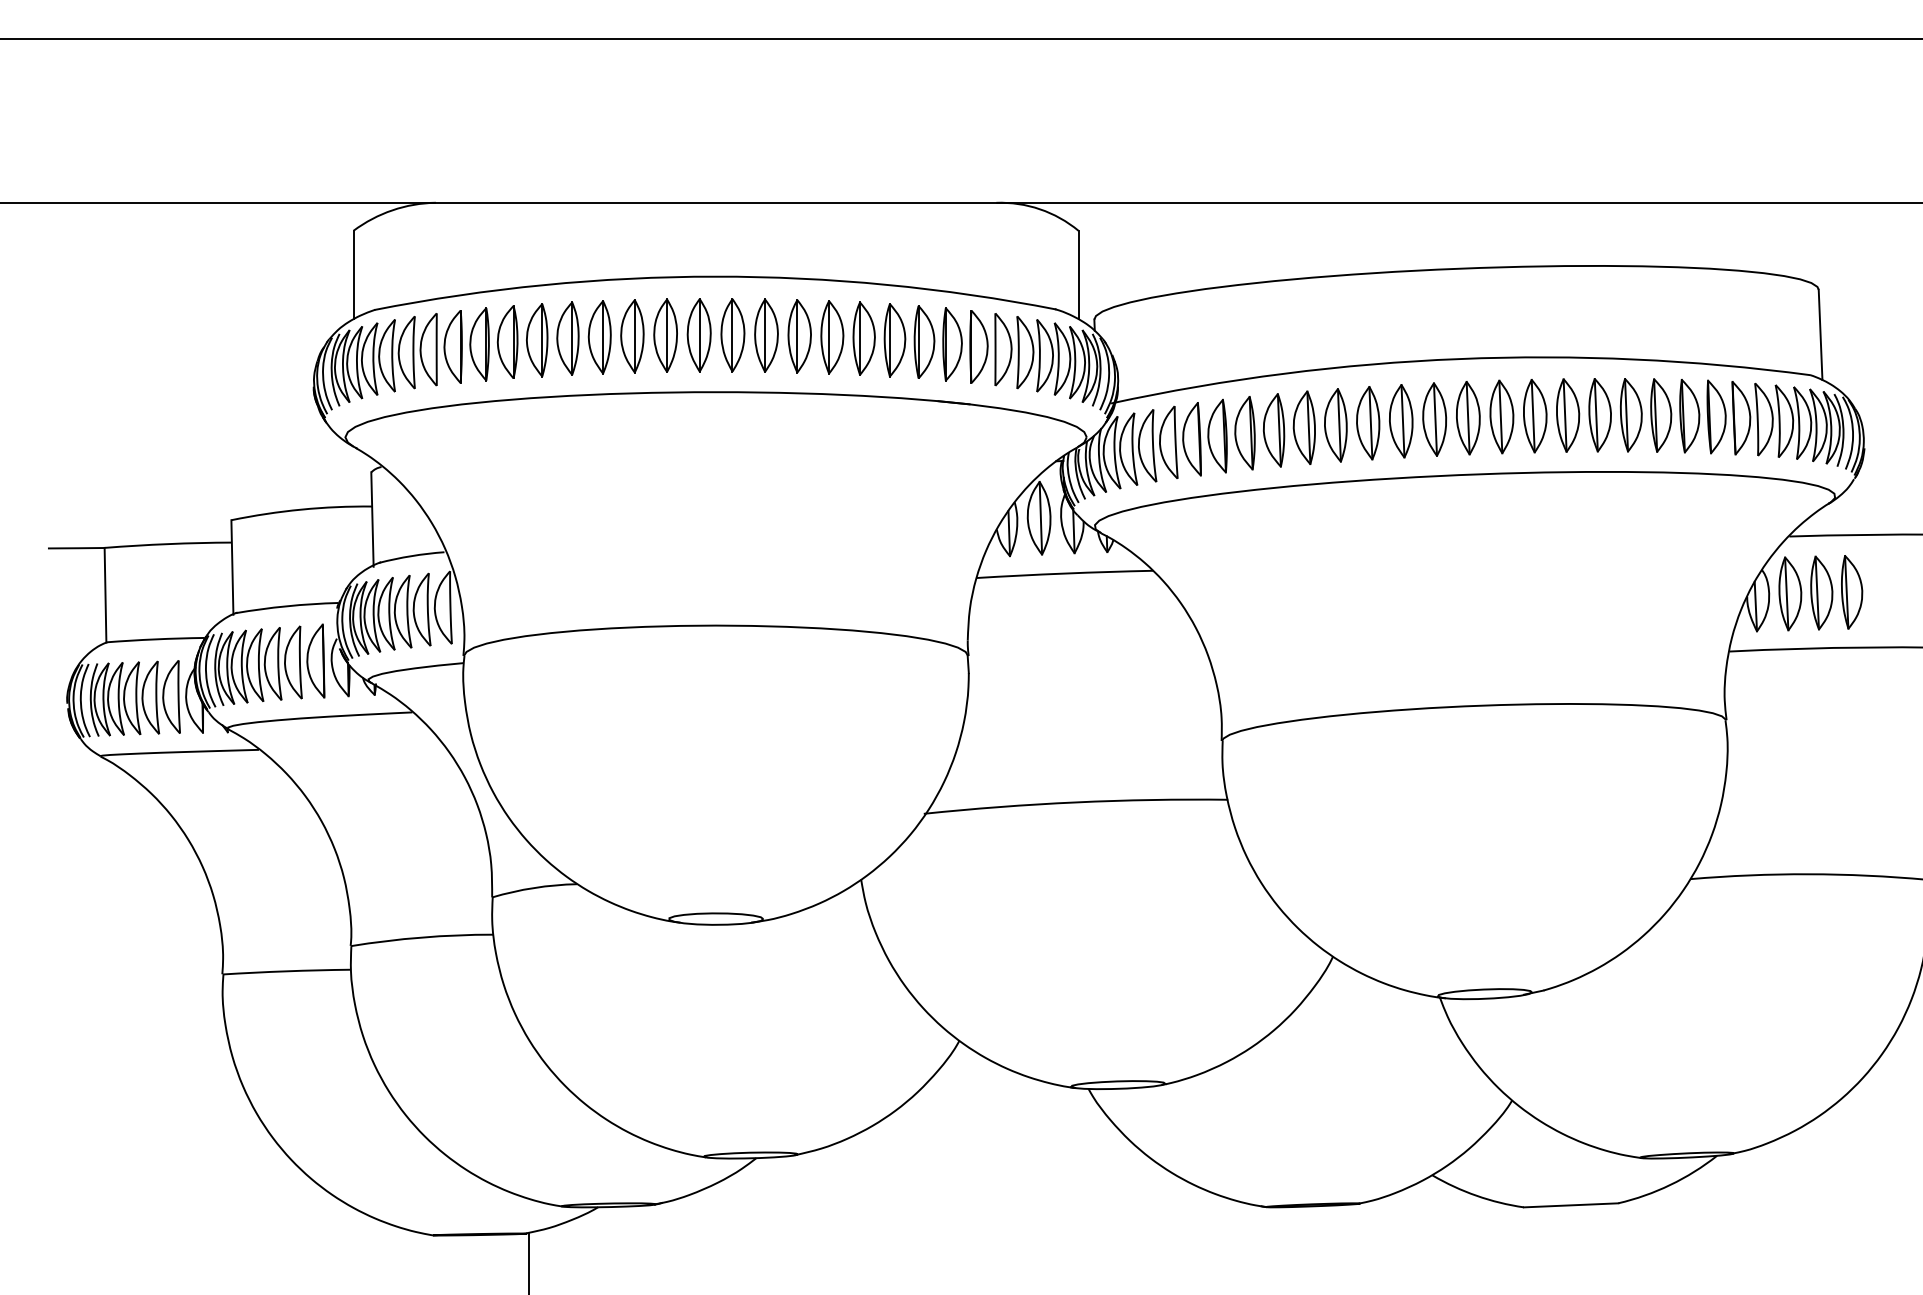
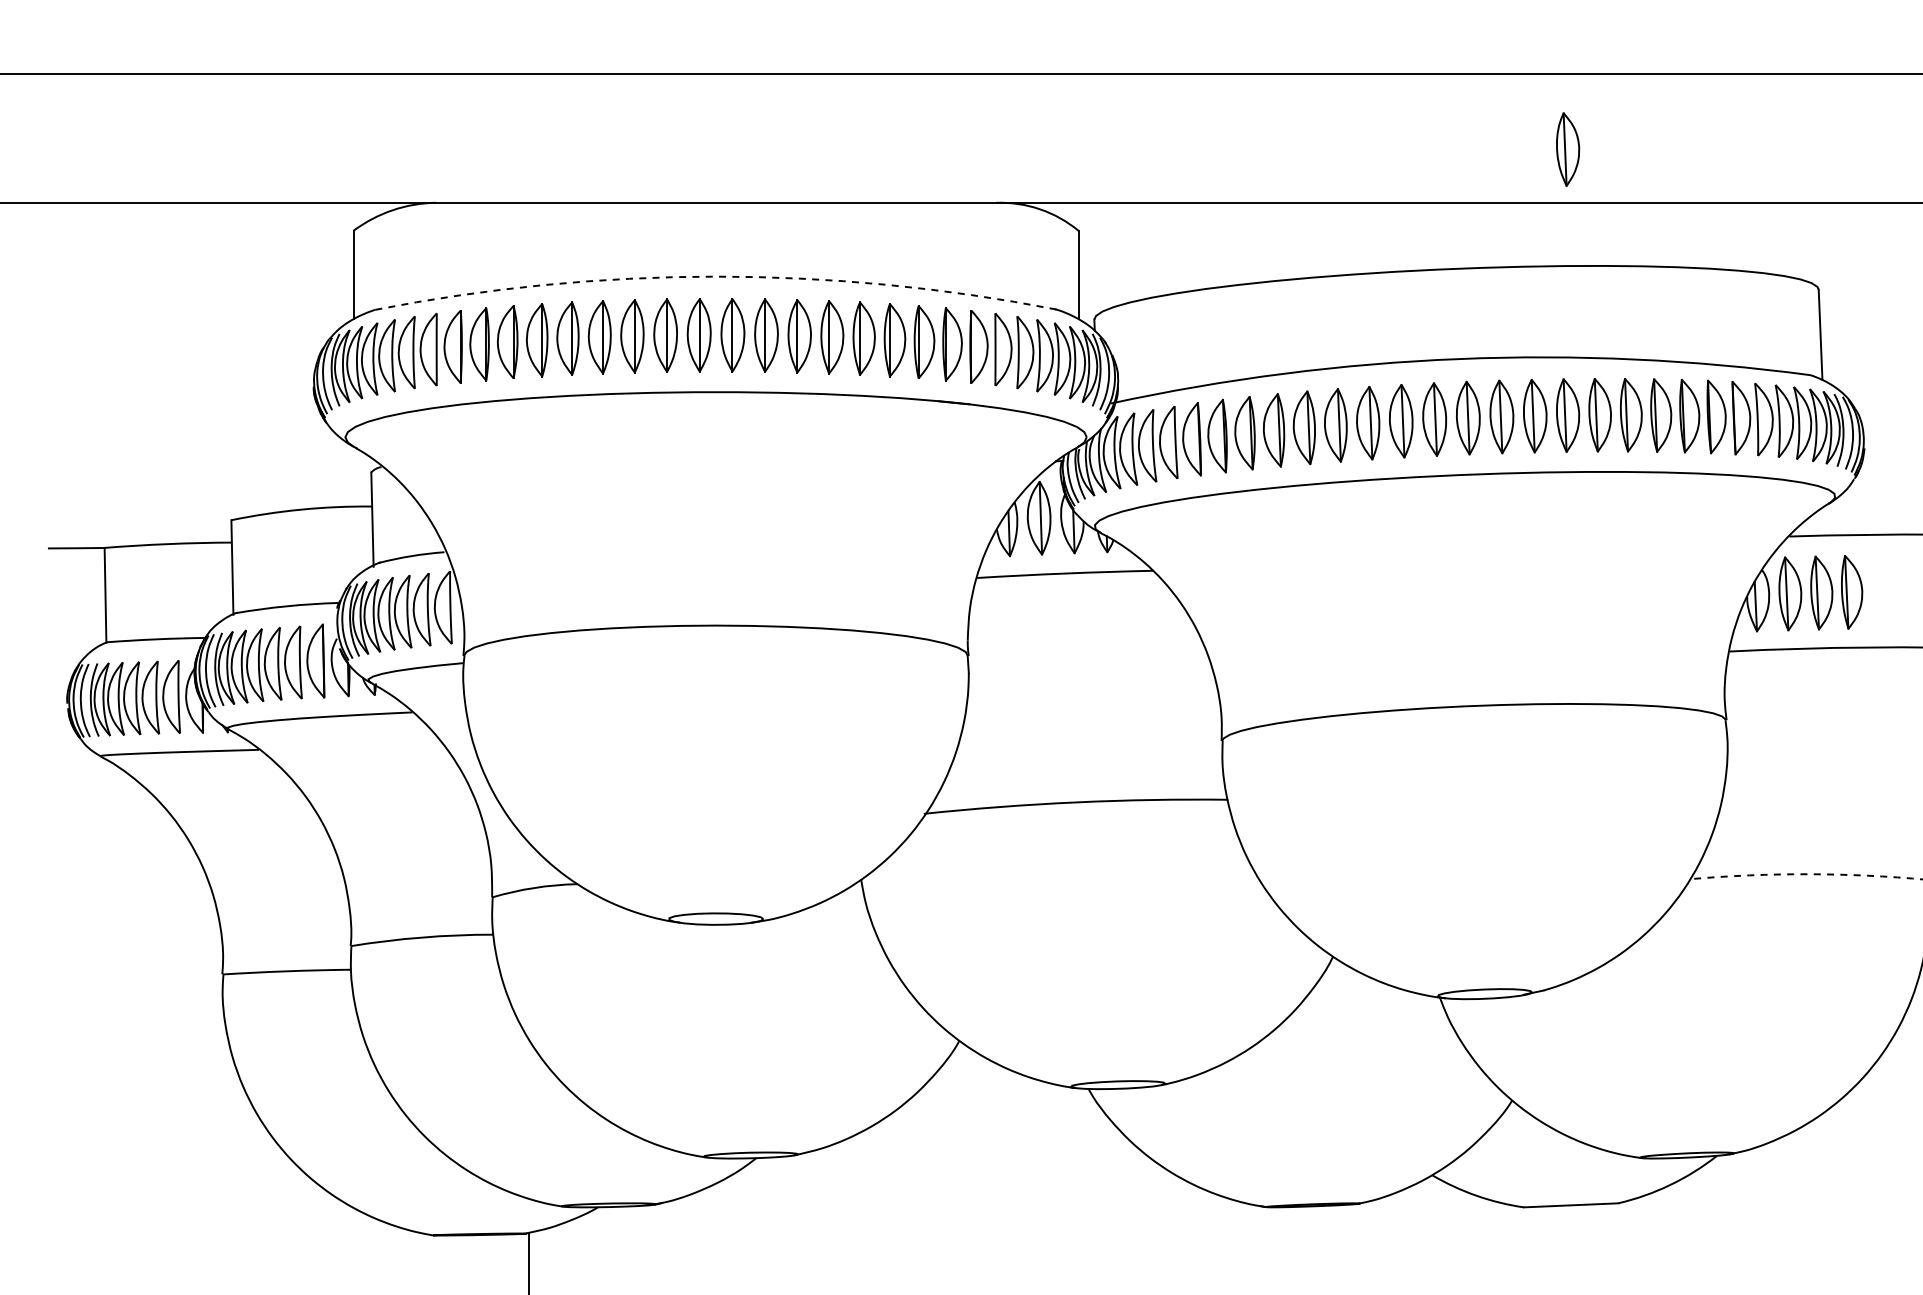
line at (960, 38) position: (960, 38) -> (960, 73)
part at (1568, 149): none -> present
arc at (715, 276): solid -> dashed
arc at (1806, 874): solid -> dashed
